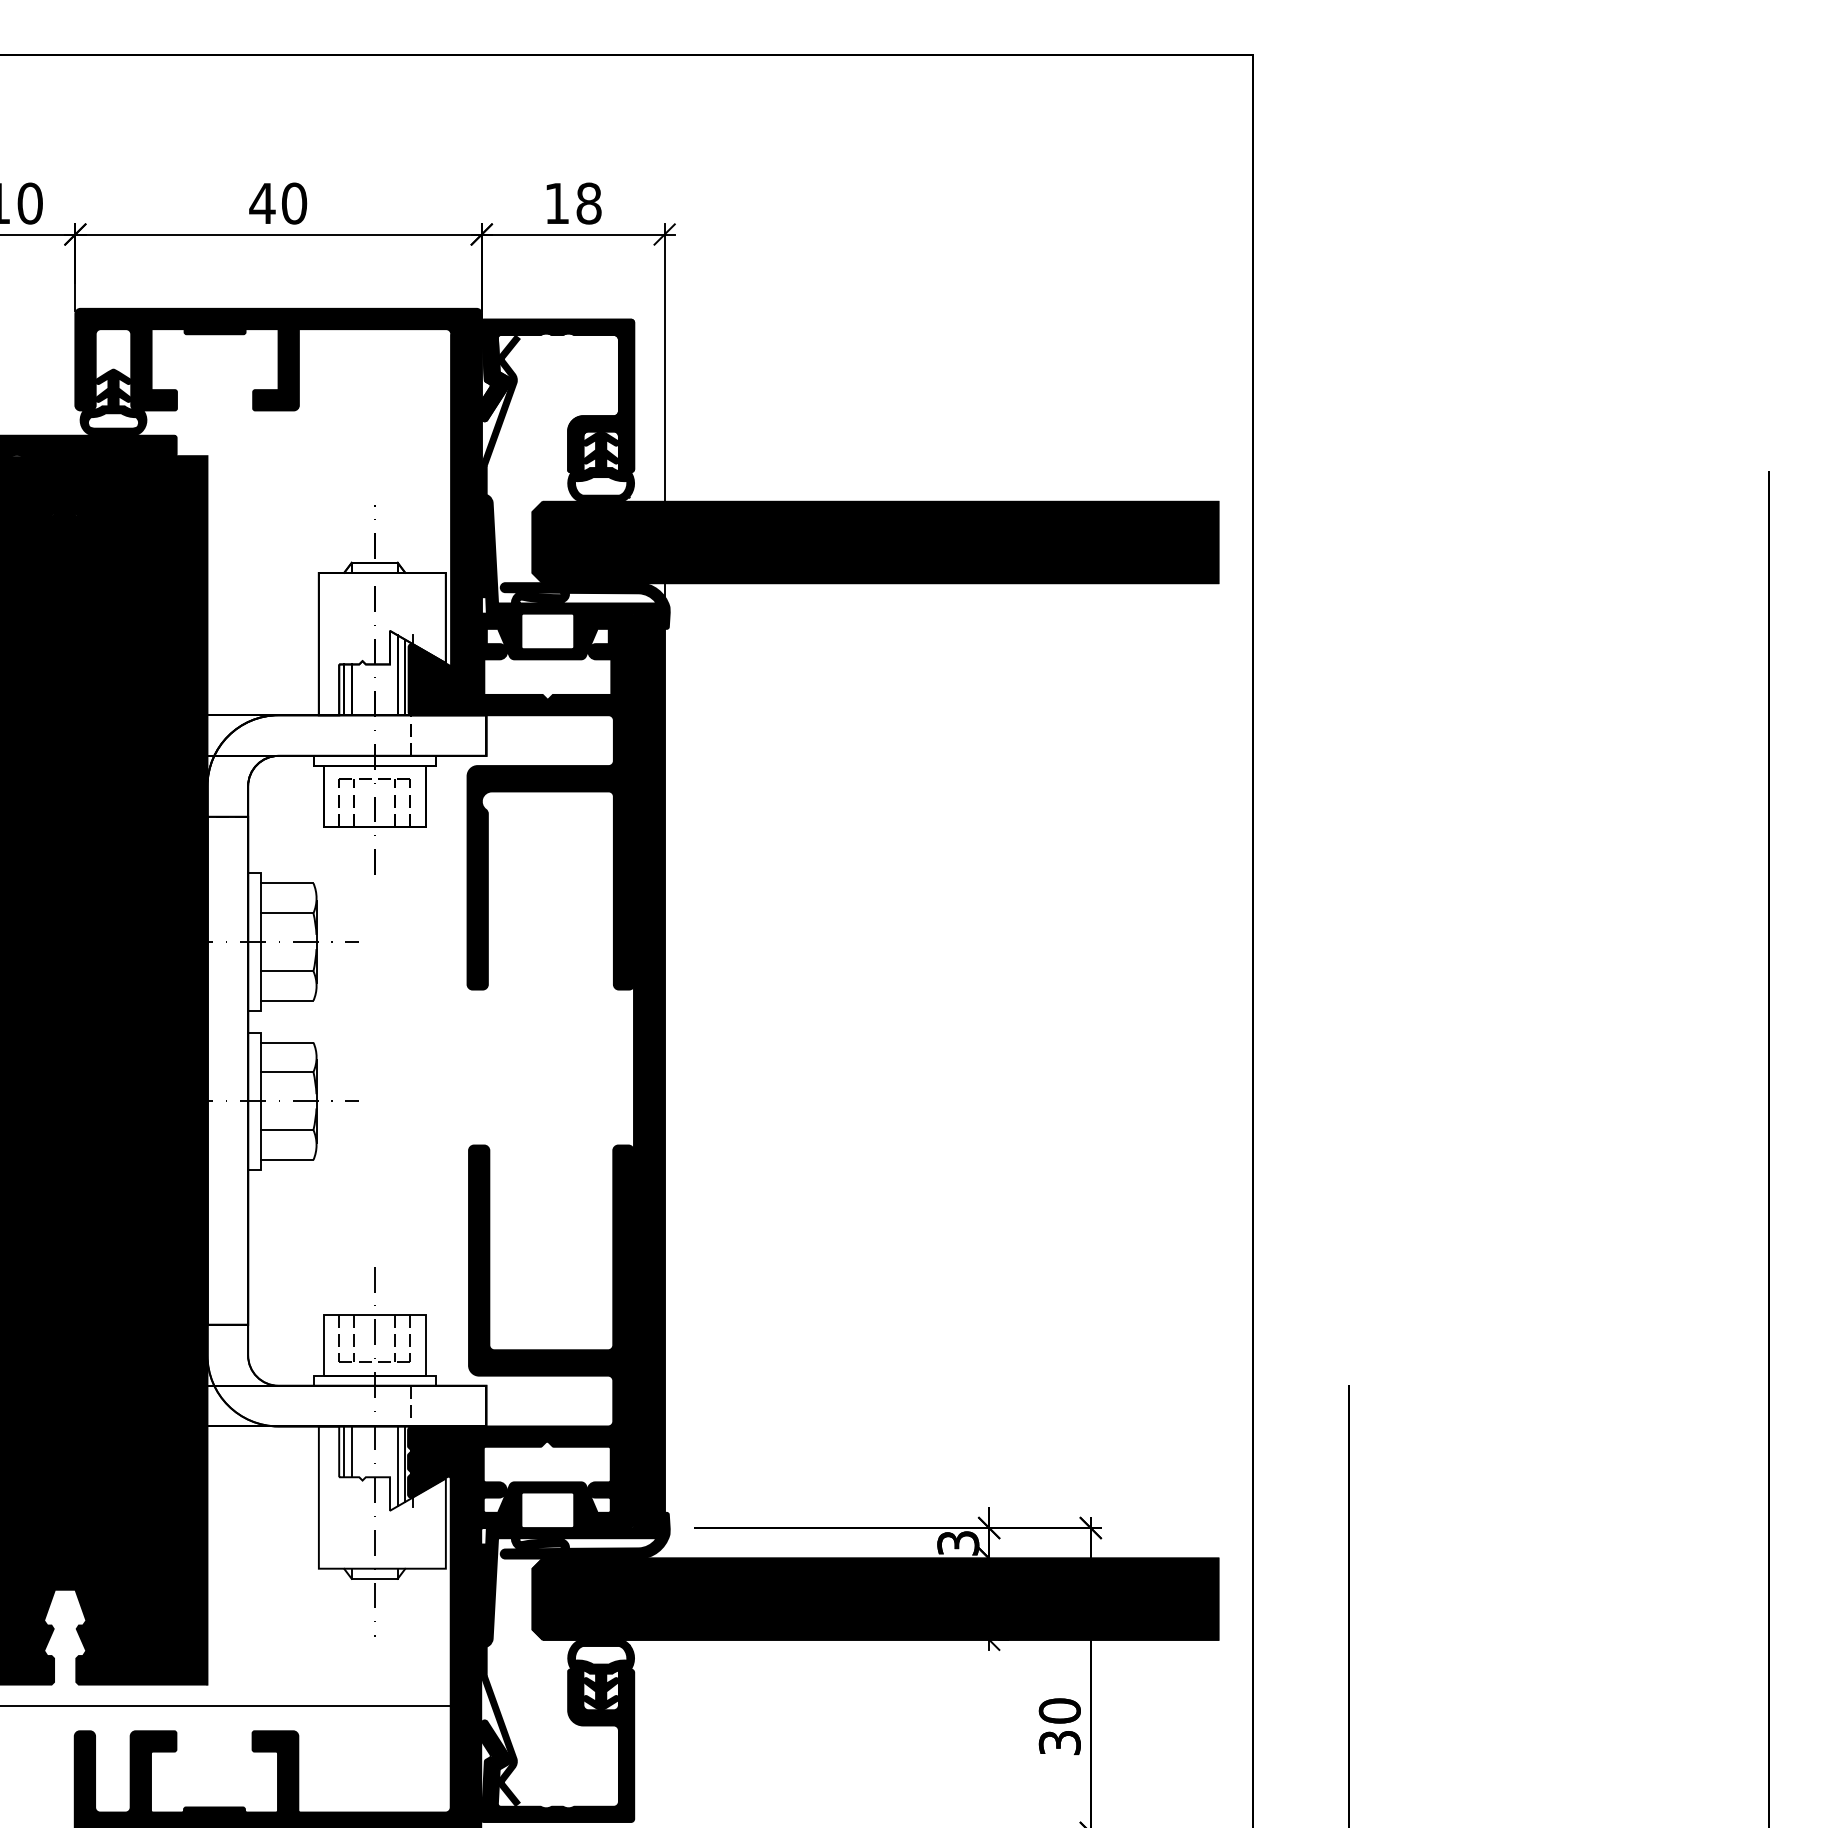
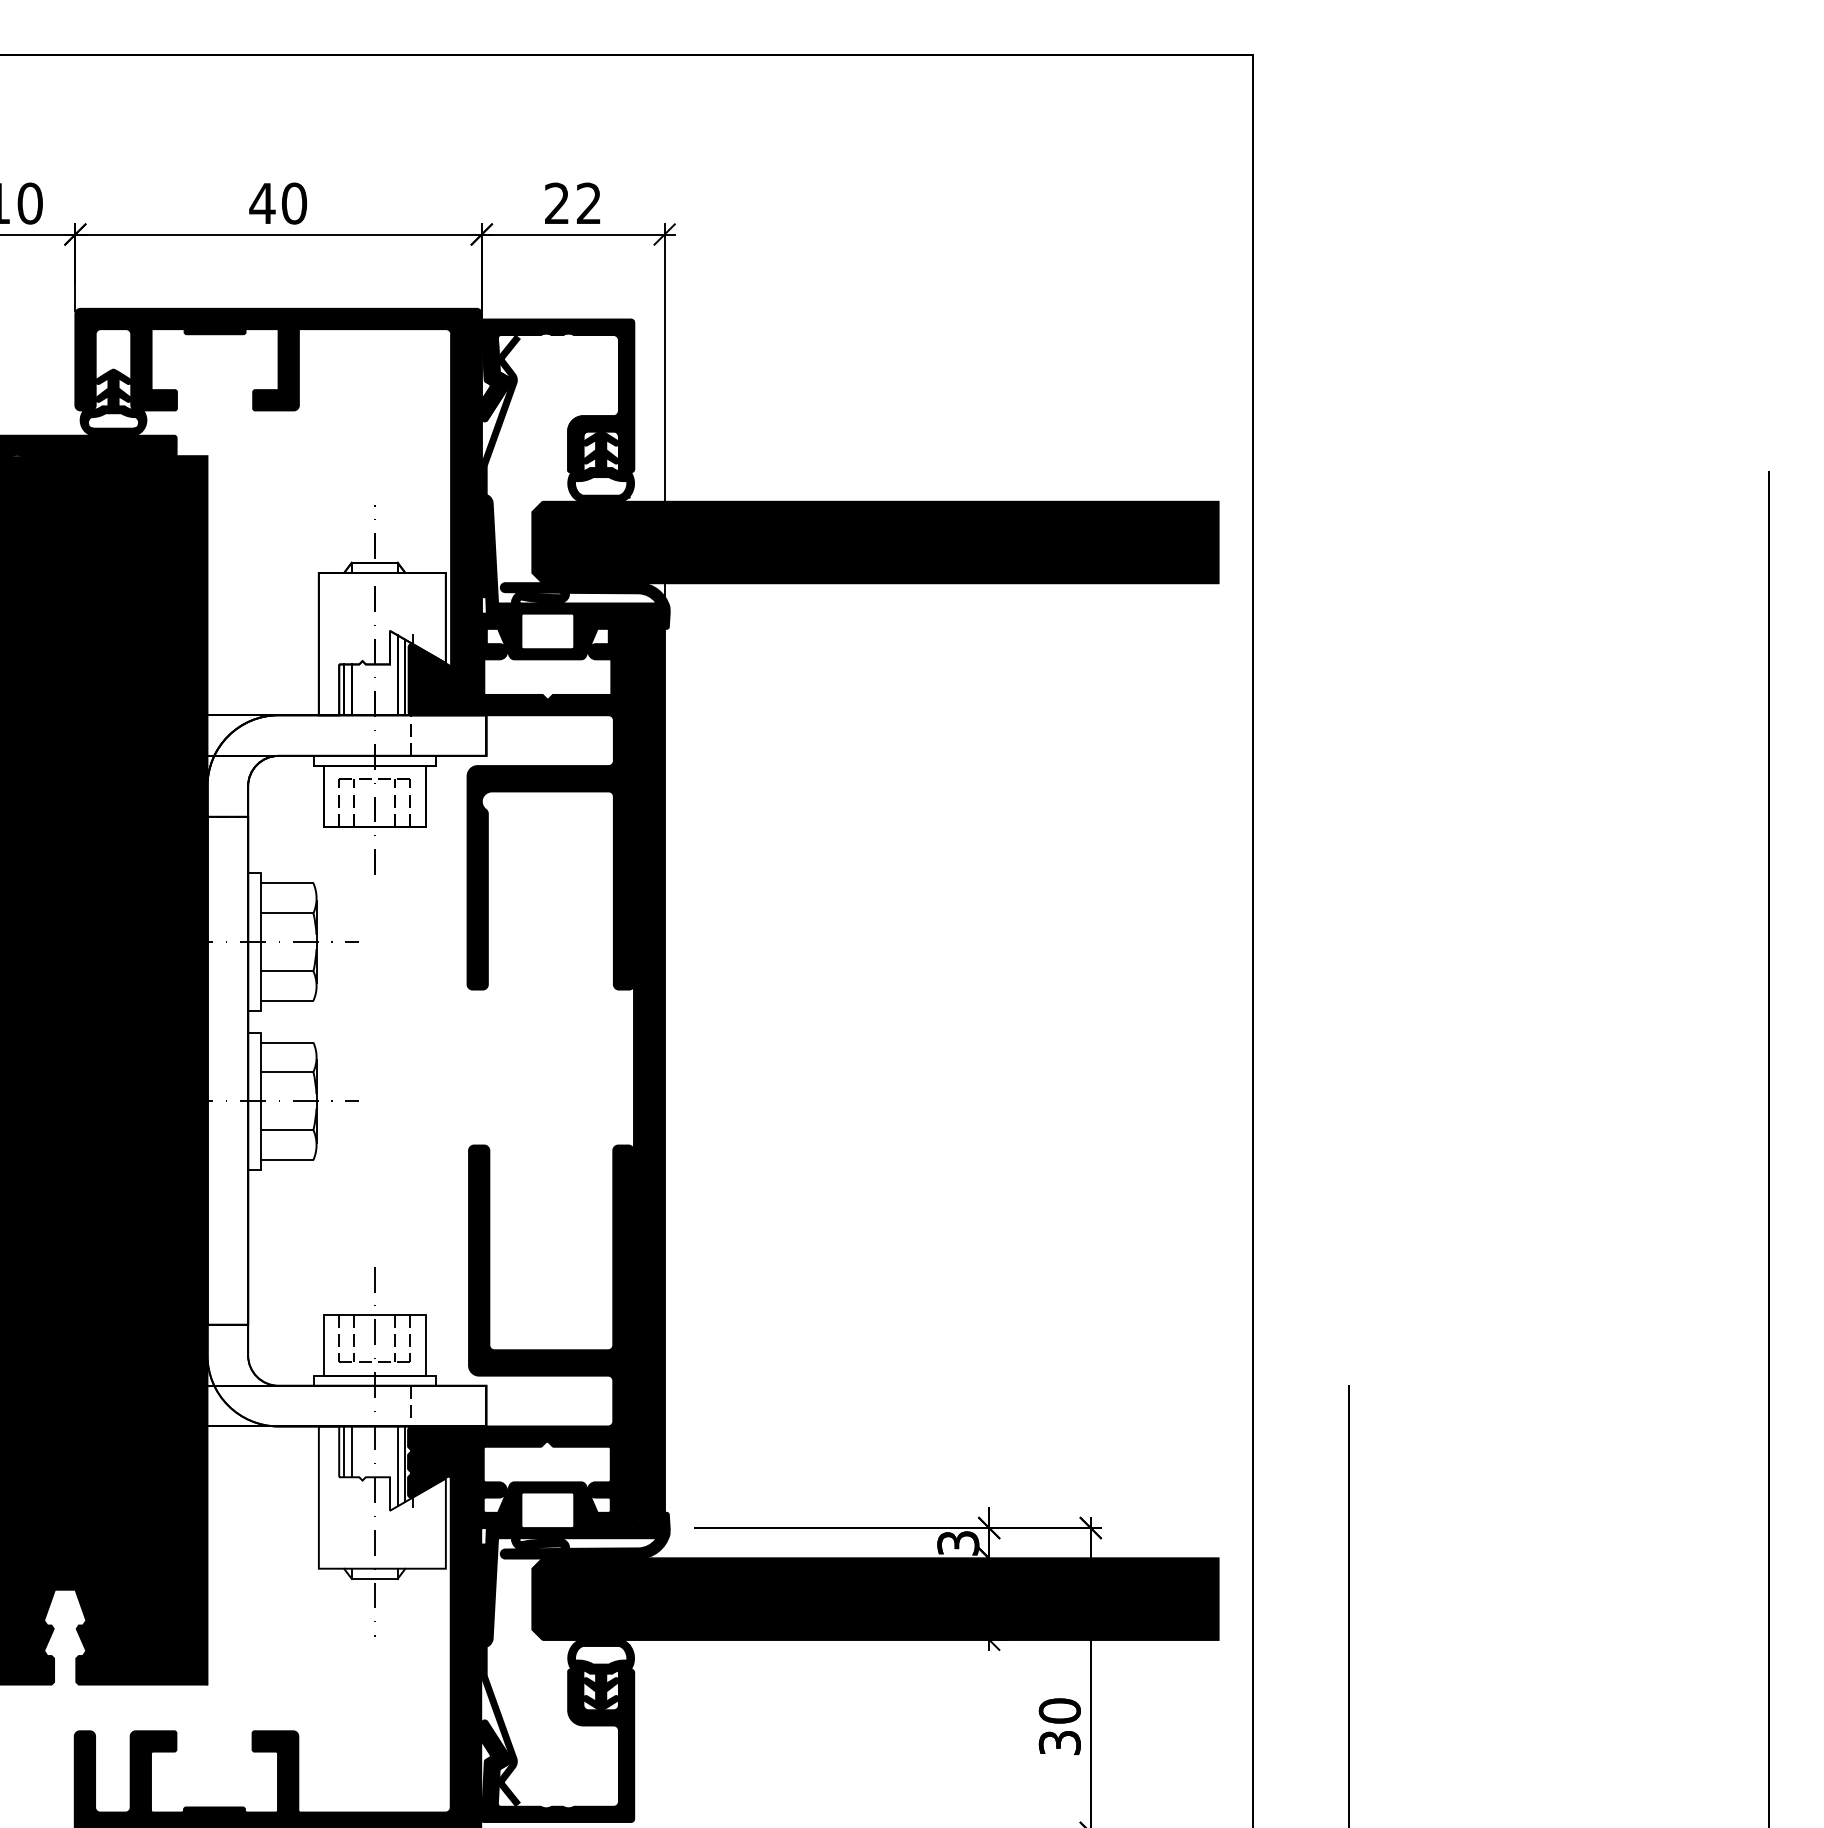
text at (573, 203): 18 -> 22
line at (241, 1705): present -> none
